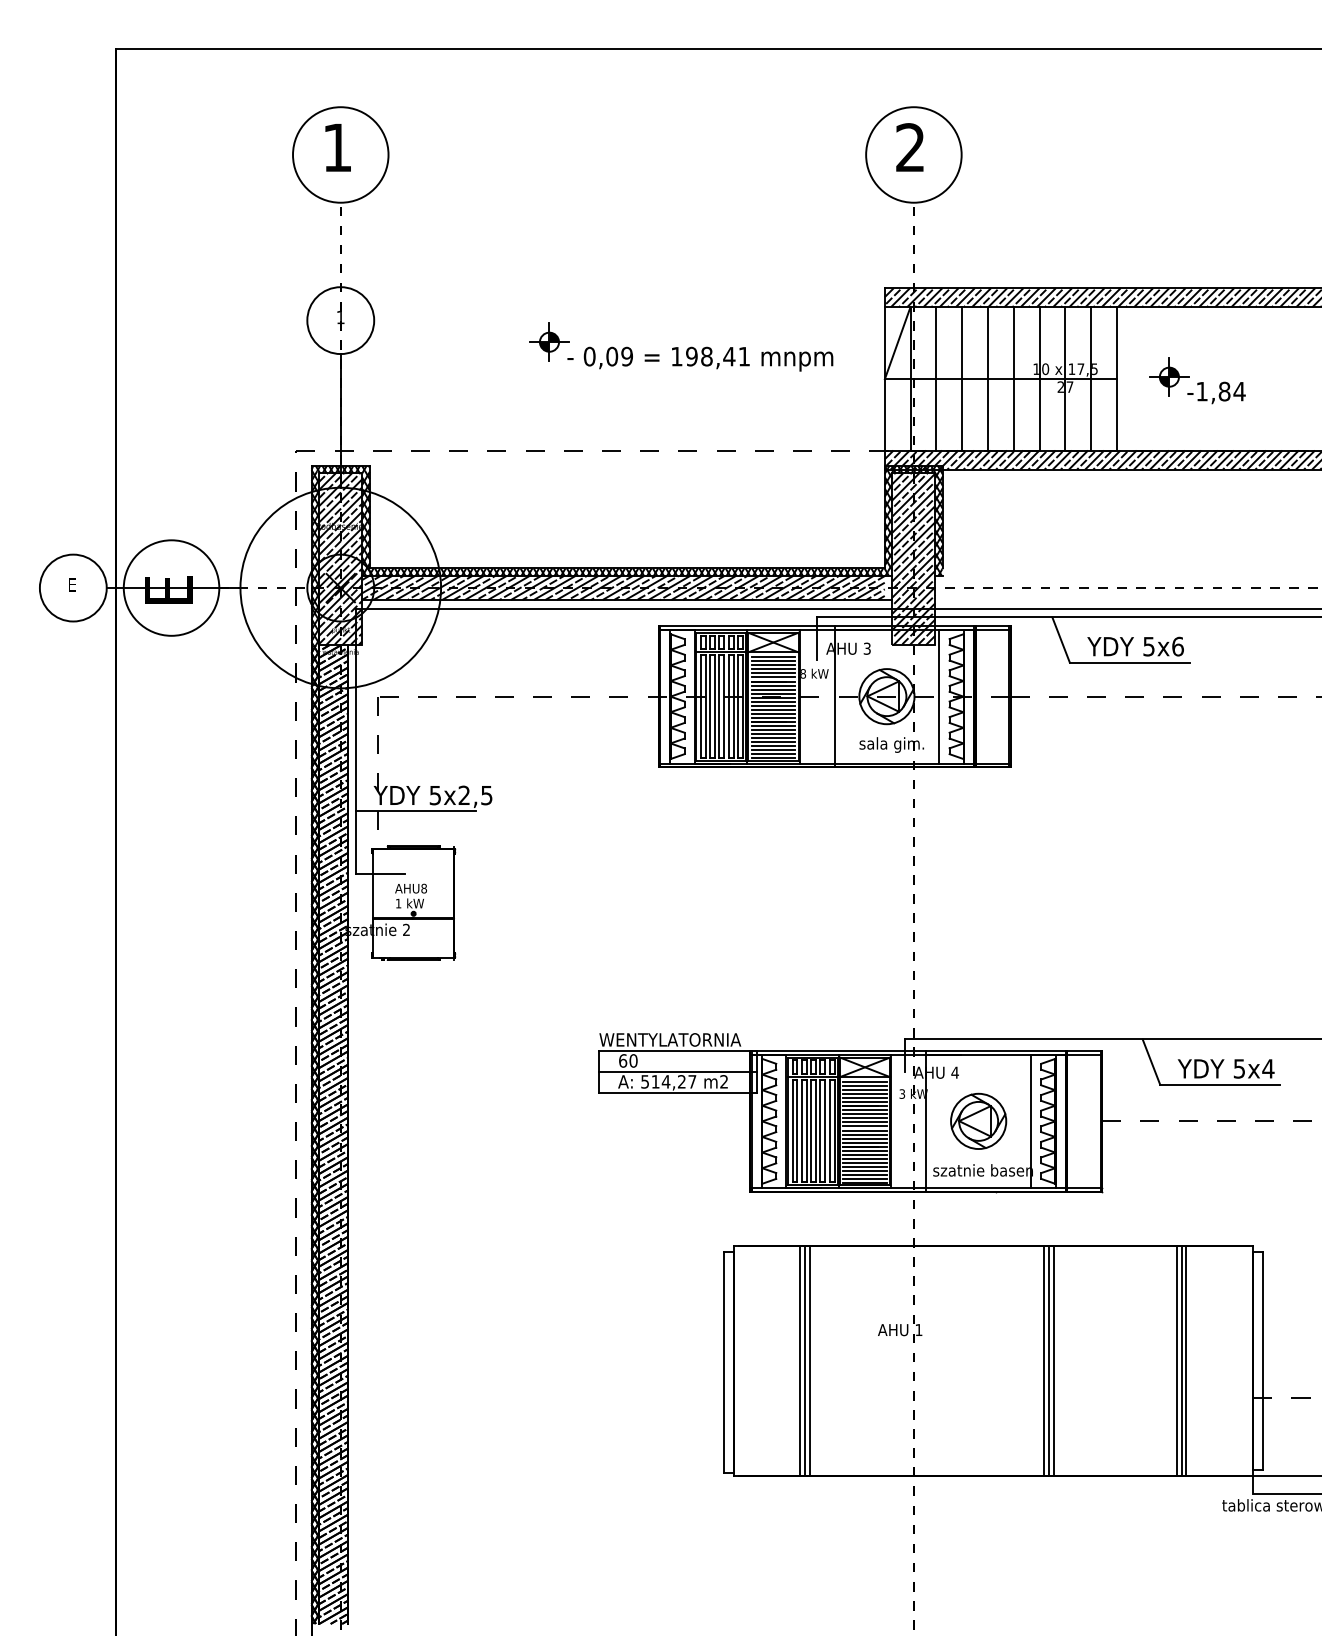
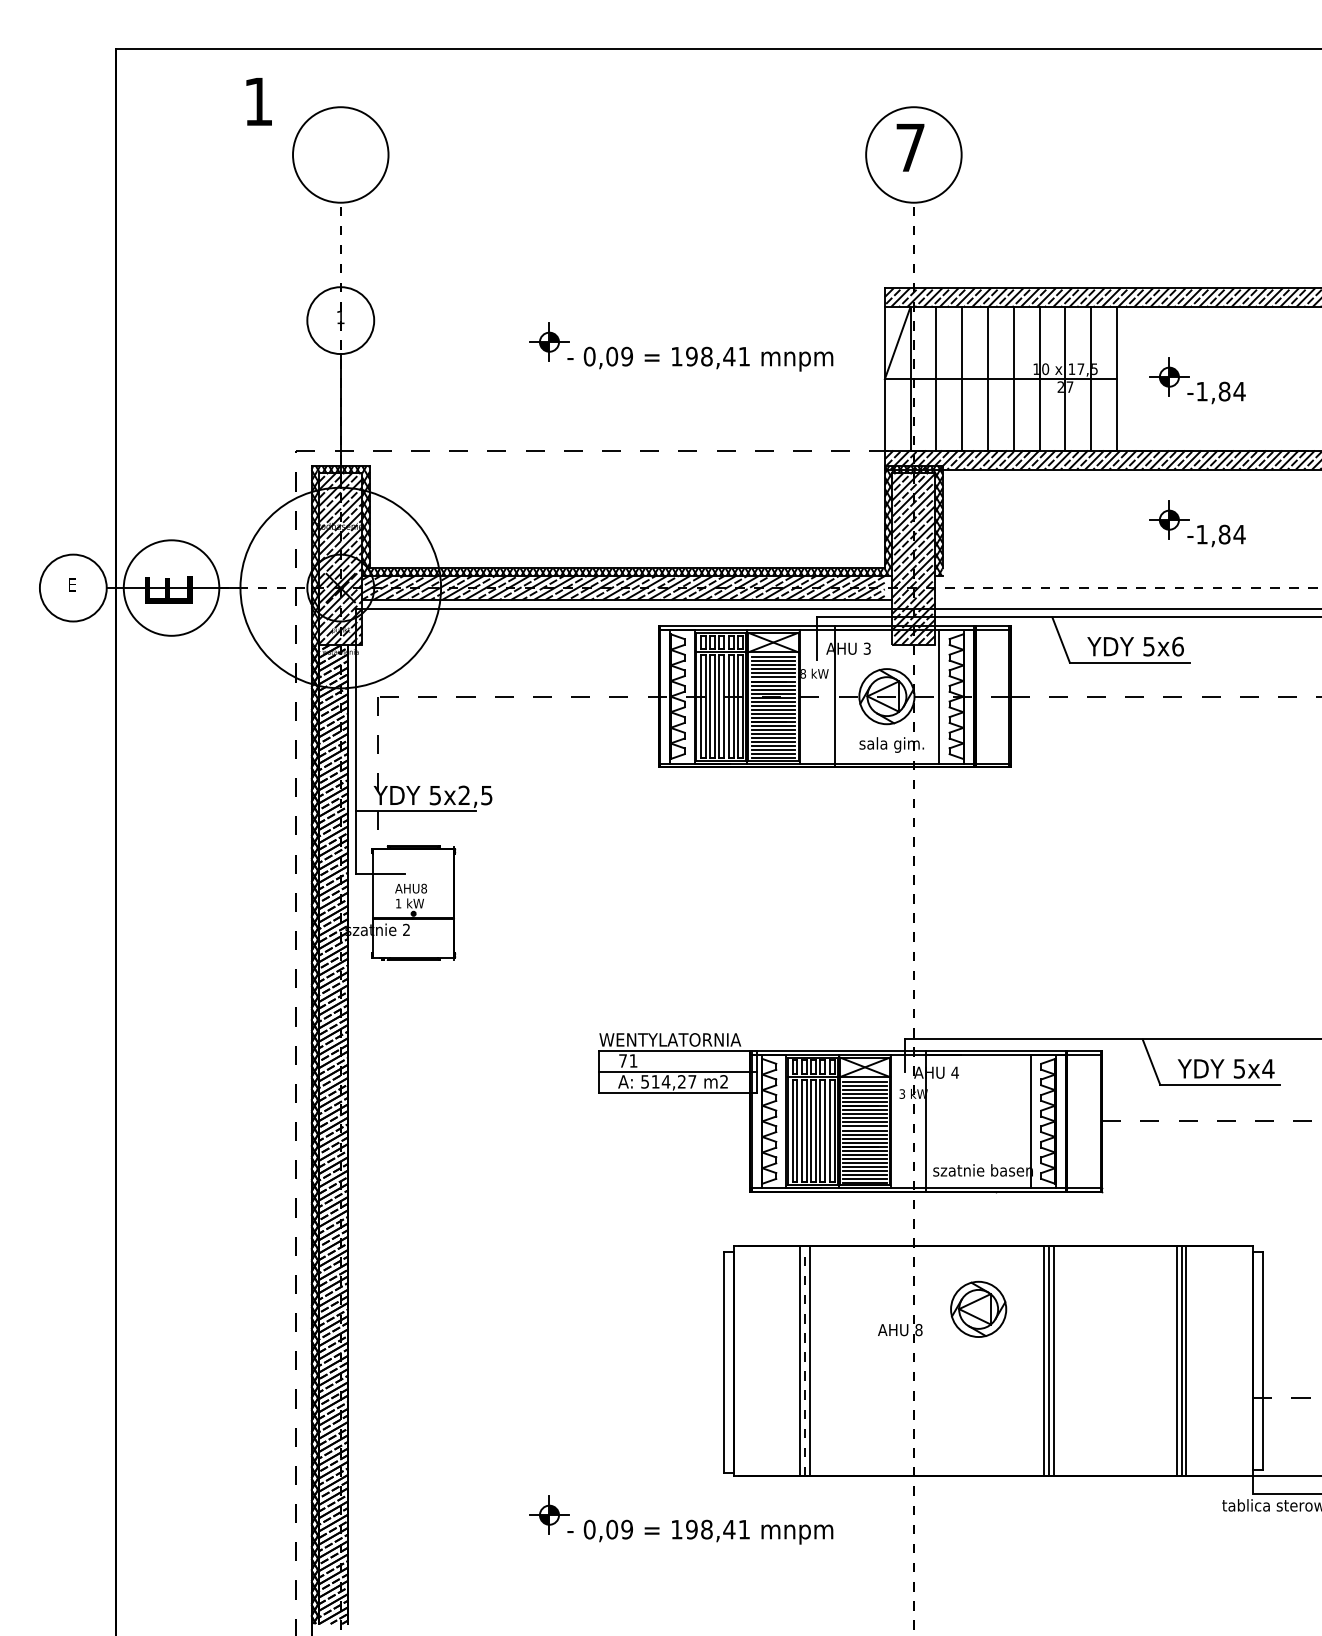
text at (337, 147) position: (337, 147) -> (258, 101)
text at (910, 147): 2 -> 7
part at (1197, 523): none -> present
text at (628, 1060): 60 -> 71
part at (978, 1120) position: (978, 1120) -> (978, 1308)
text at (918, 1330): 1 -> 8
line at (805, 1360): solid -> dashed
part at (681, 1519): none -> present
